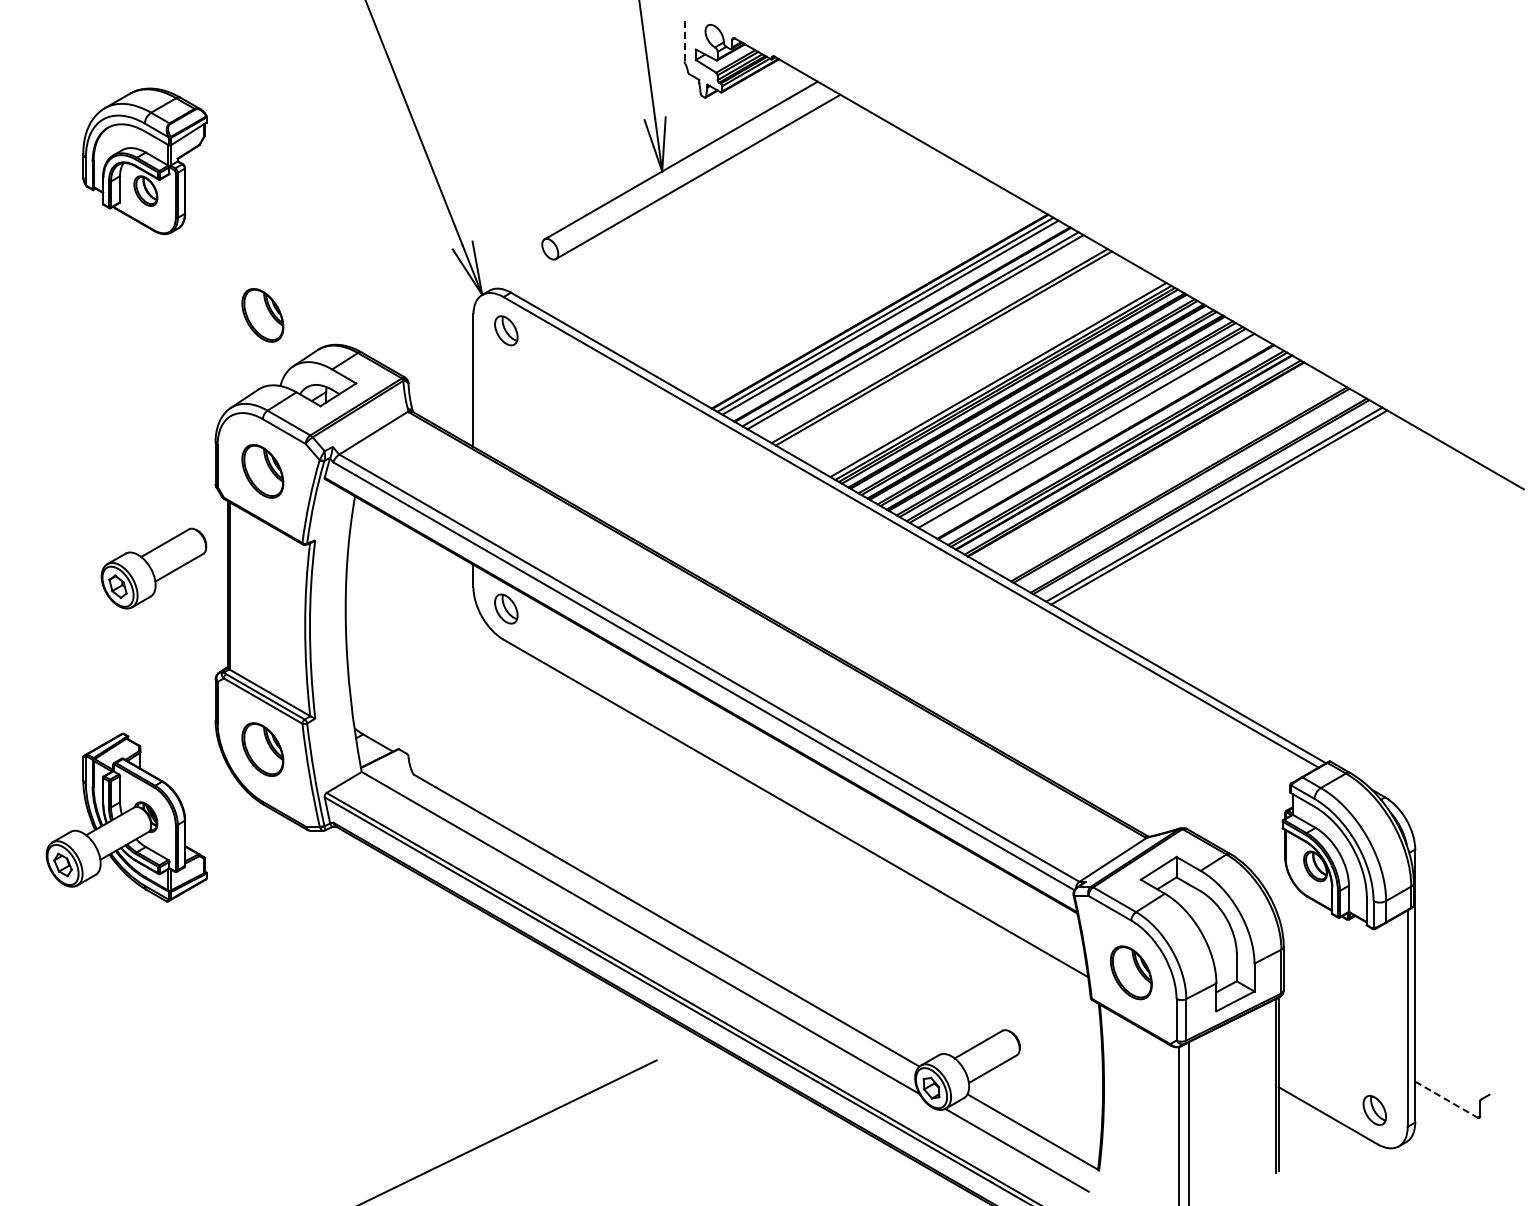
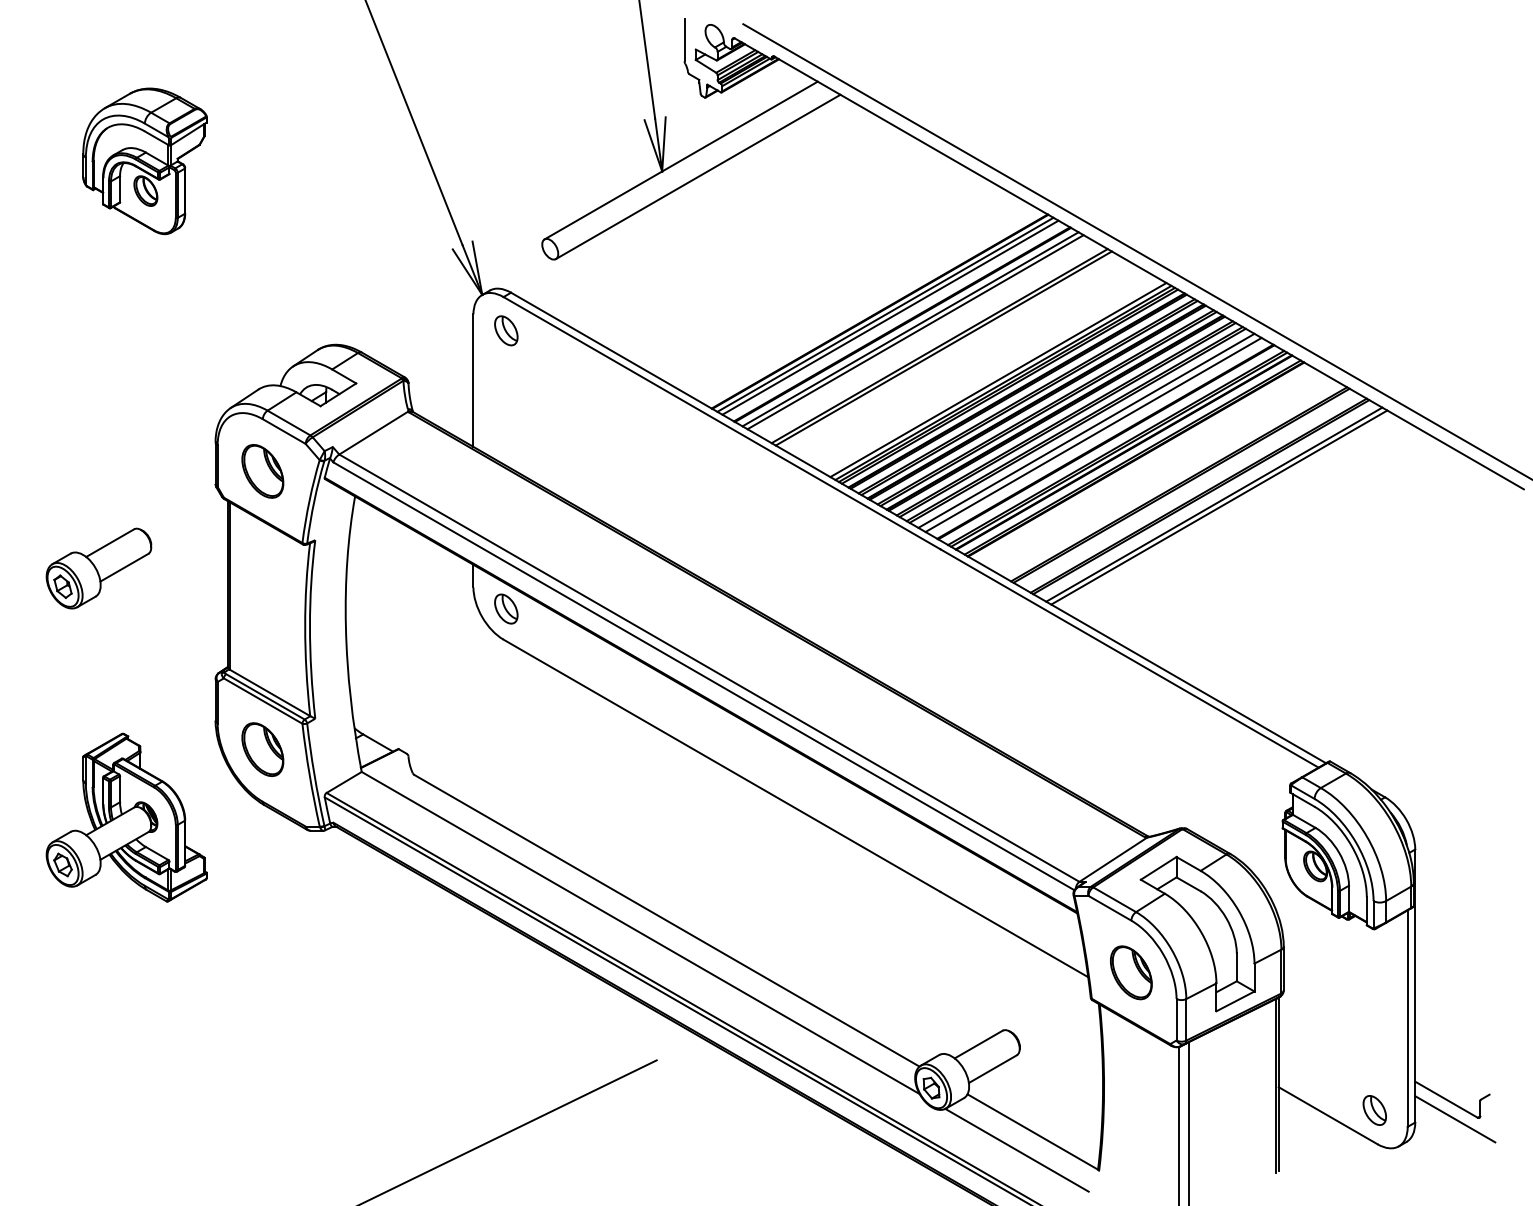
line at (684, 39): dashed -> solid
line at (1136, 251): none -> present
part at (262, 315): present -> none
line at (1093, 434): none -> present
part at (153, 568) position: (153, 568) -> (98, 568)
line at (1446, 1099): dashed -> solid
line at (1455, 1119): none -> present
